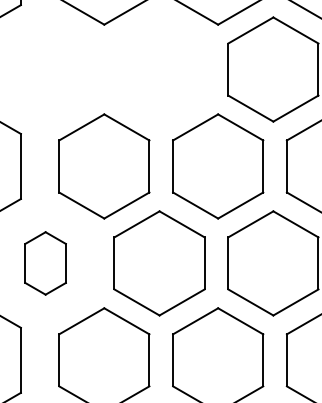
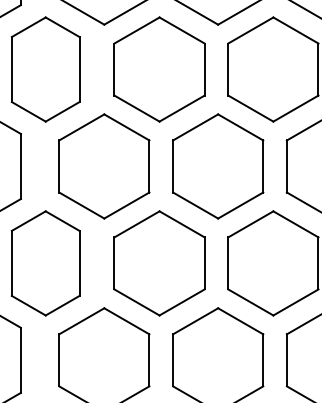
part at (45, 69): none -> present
part at (159, 69): none -> present
part at (45, 263) size: 43x65 px -> 71x107 px
